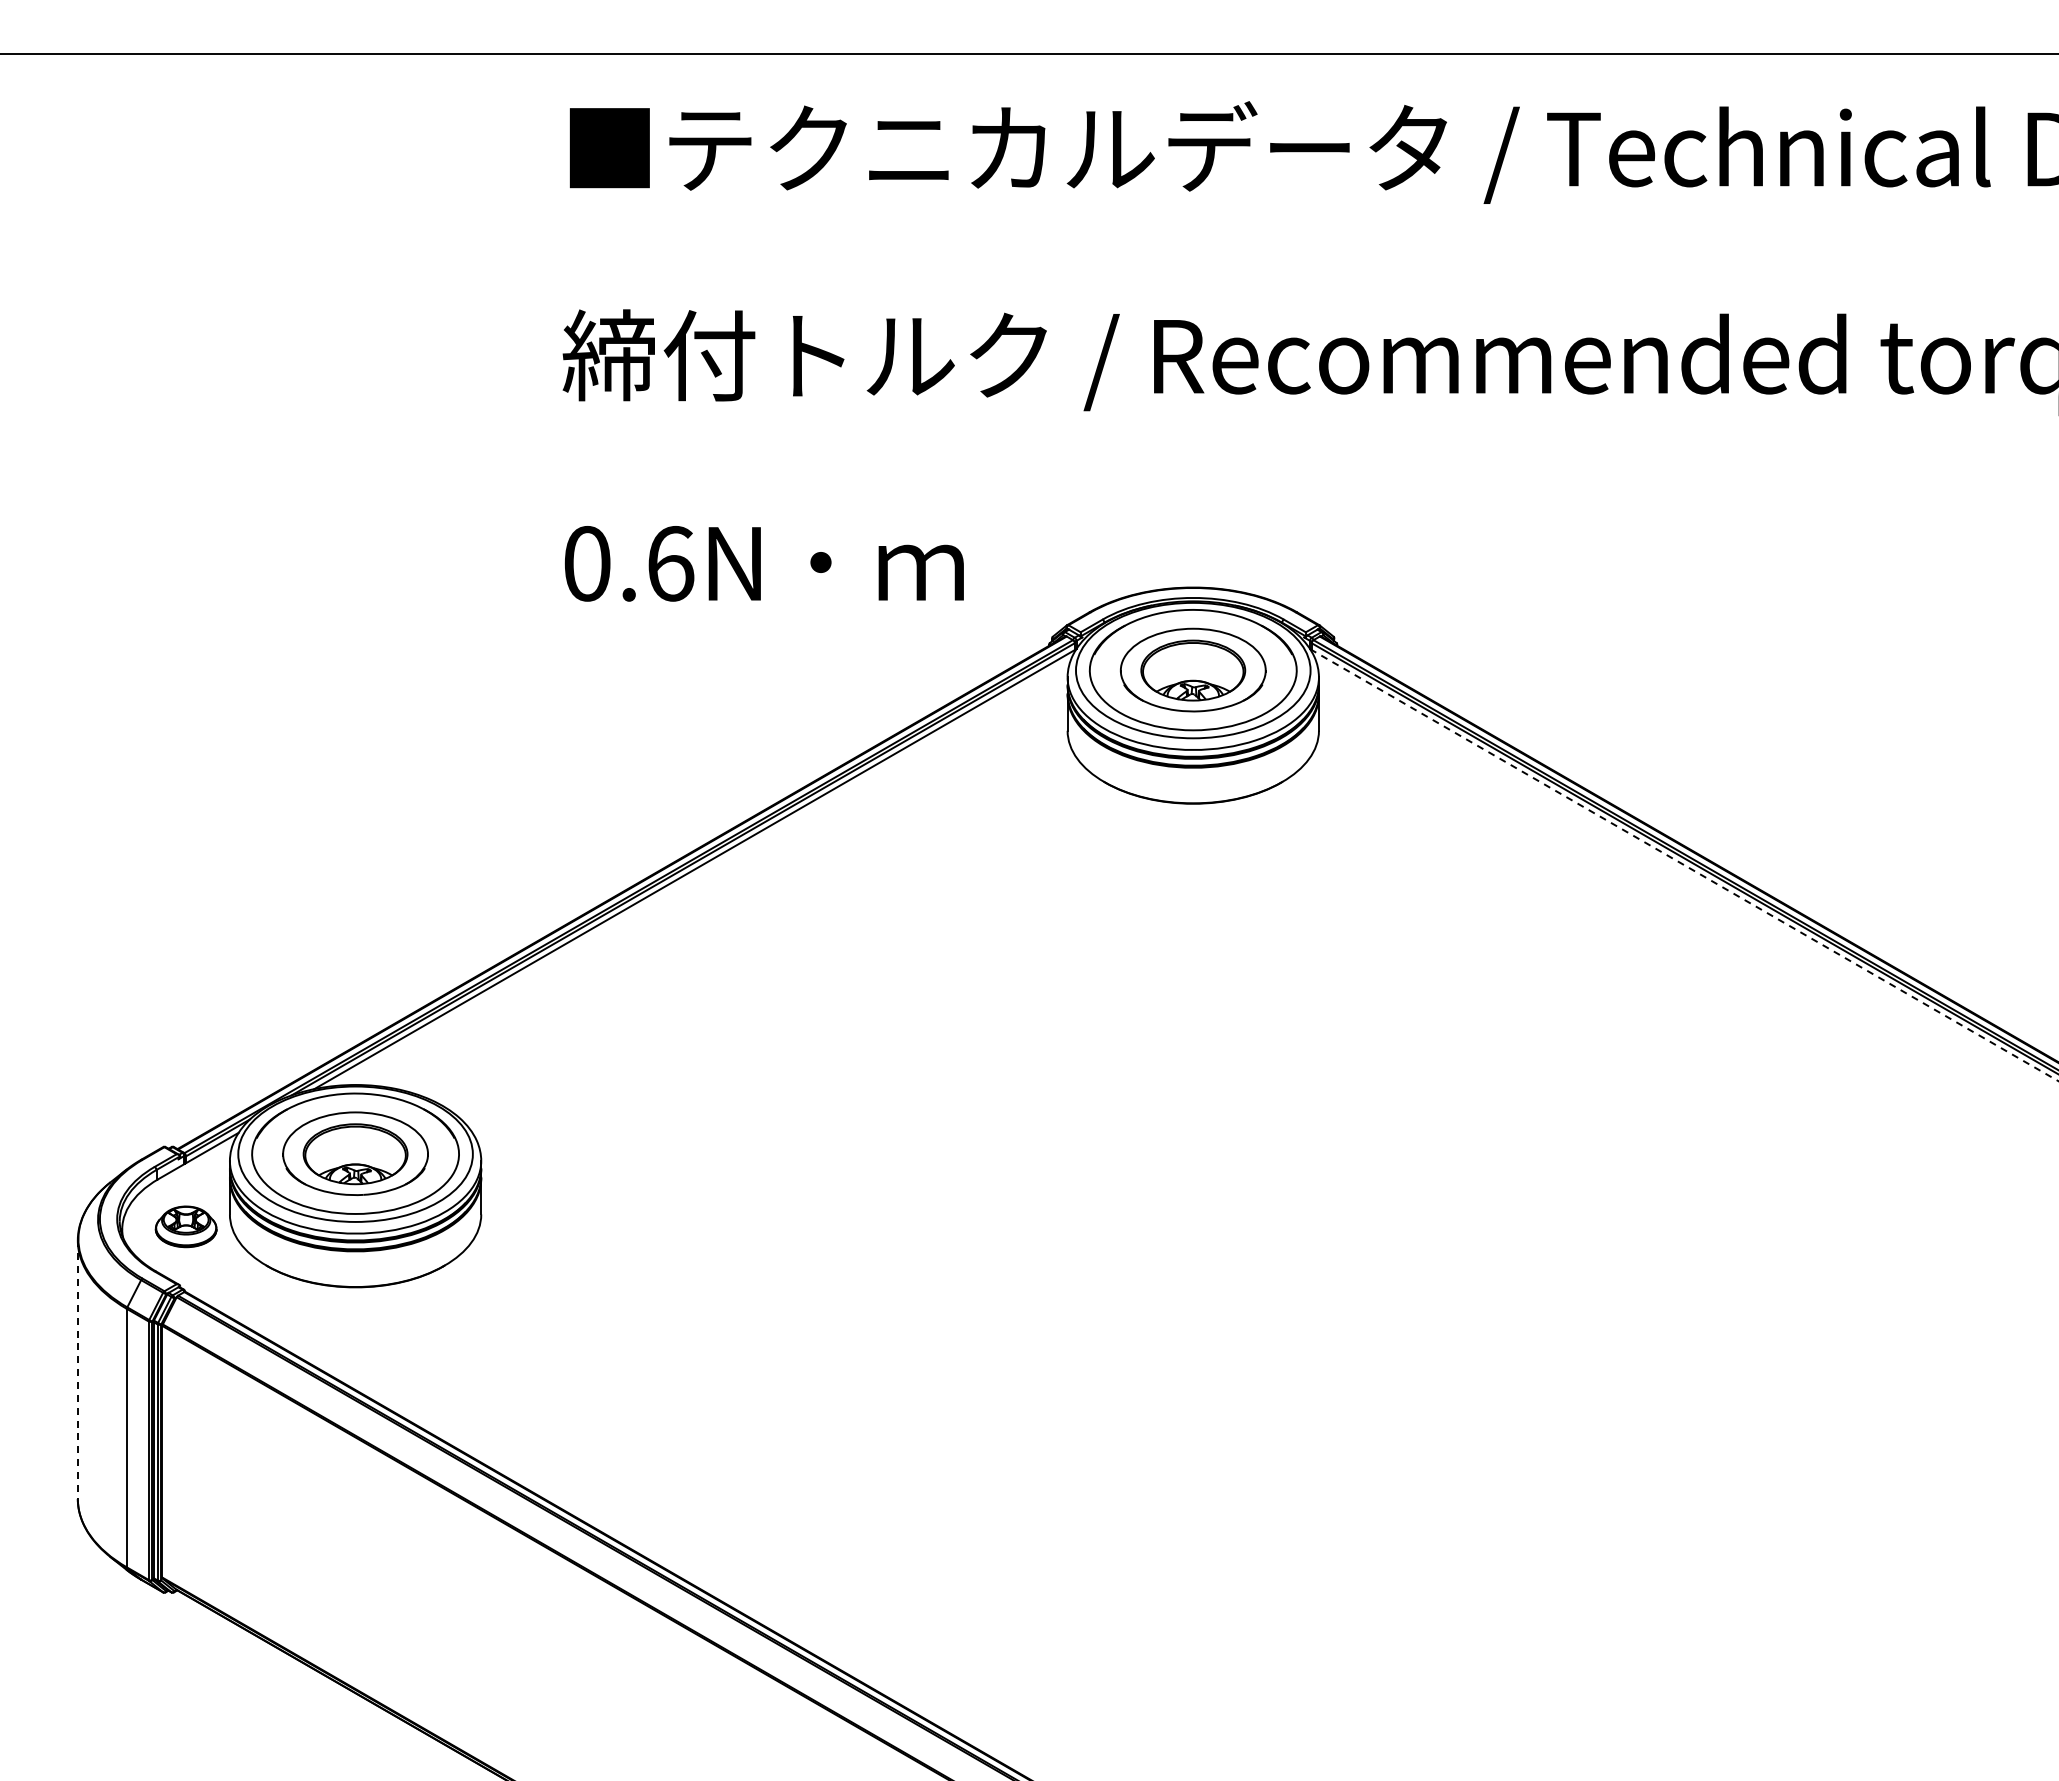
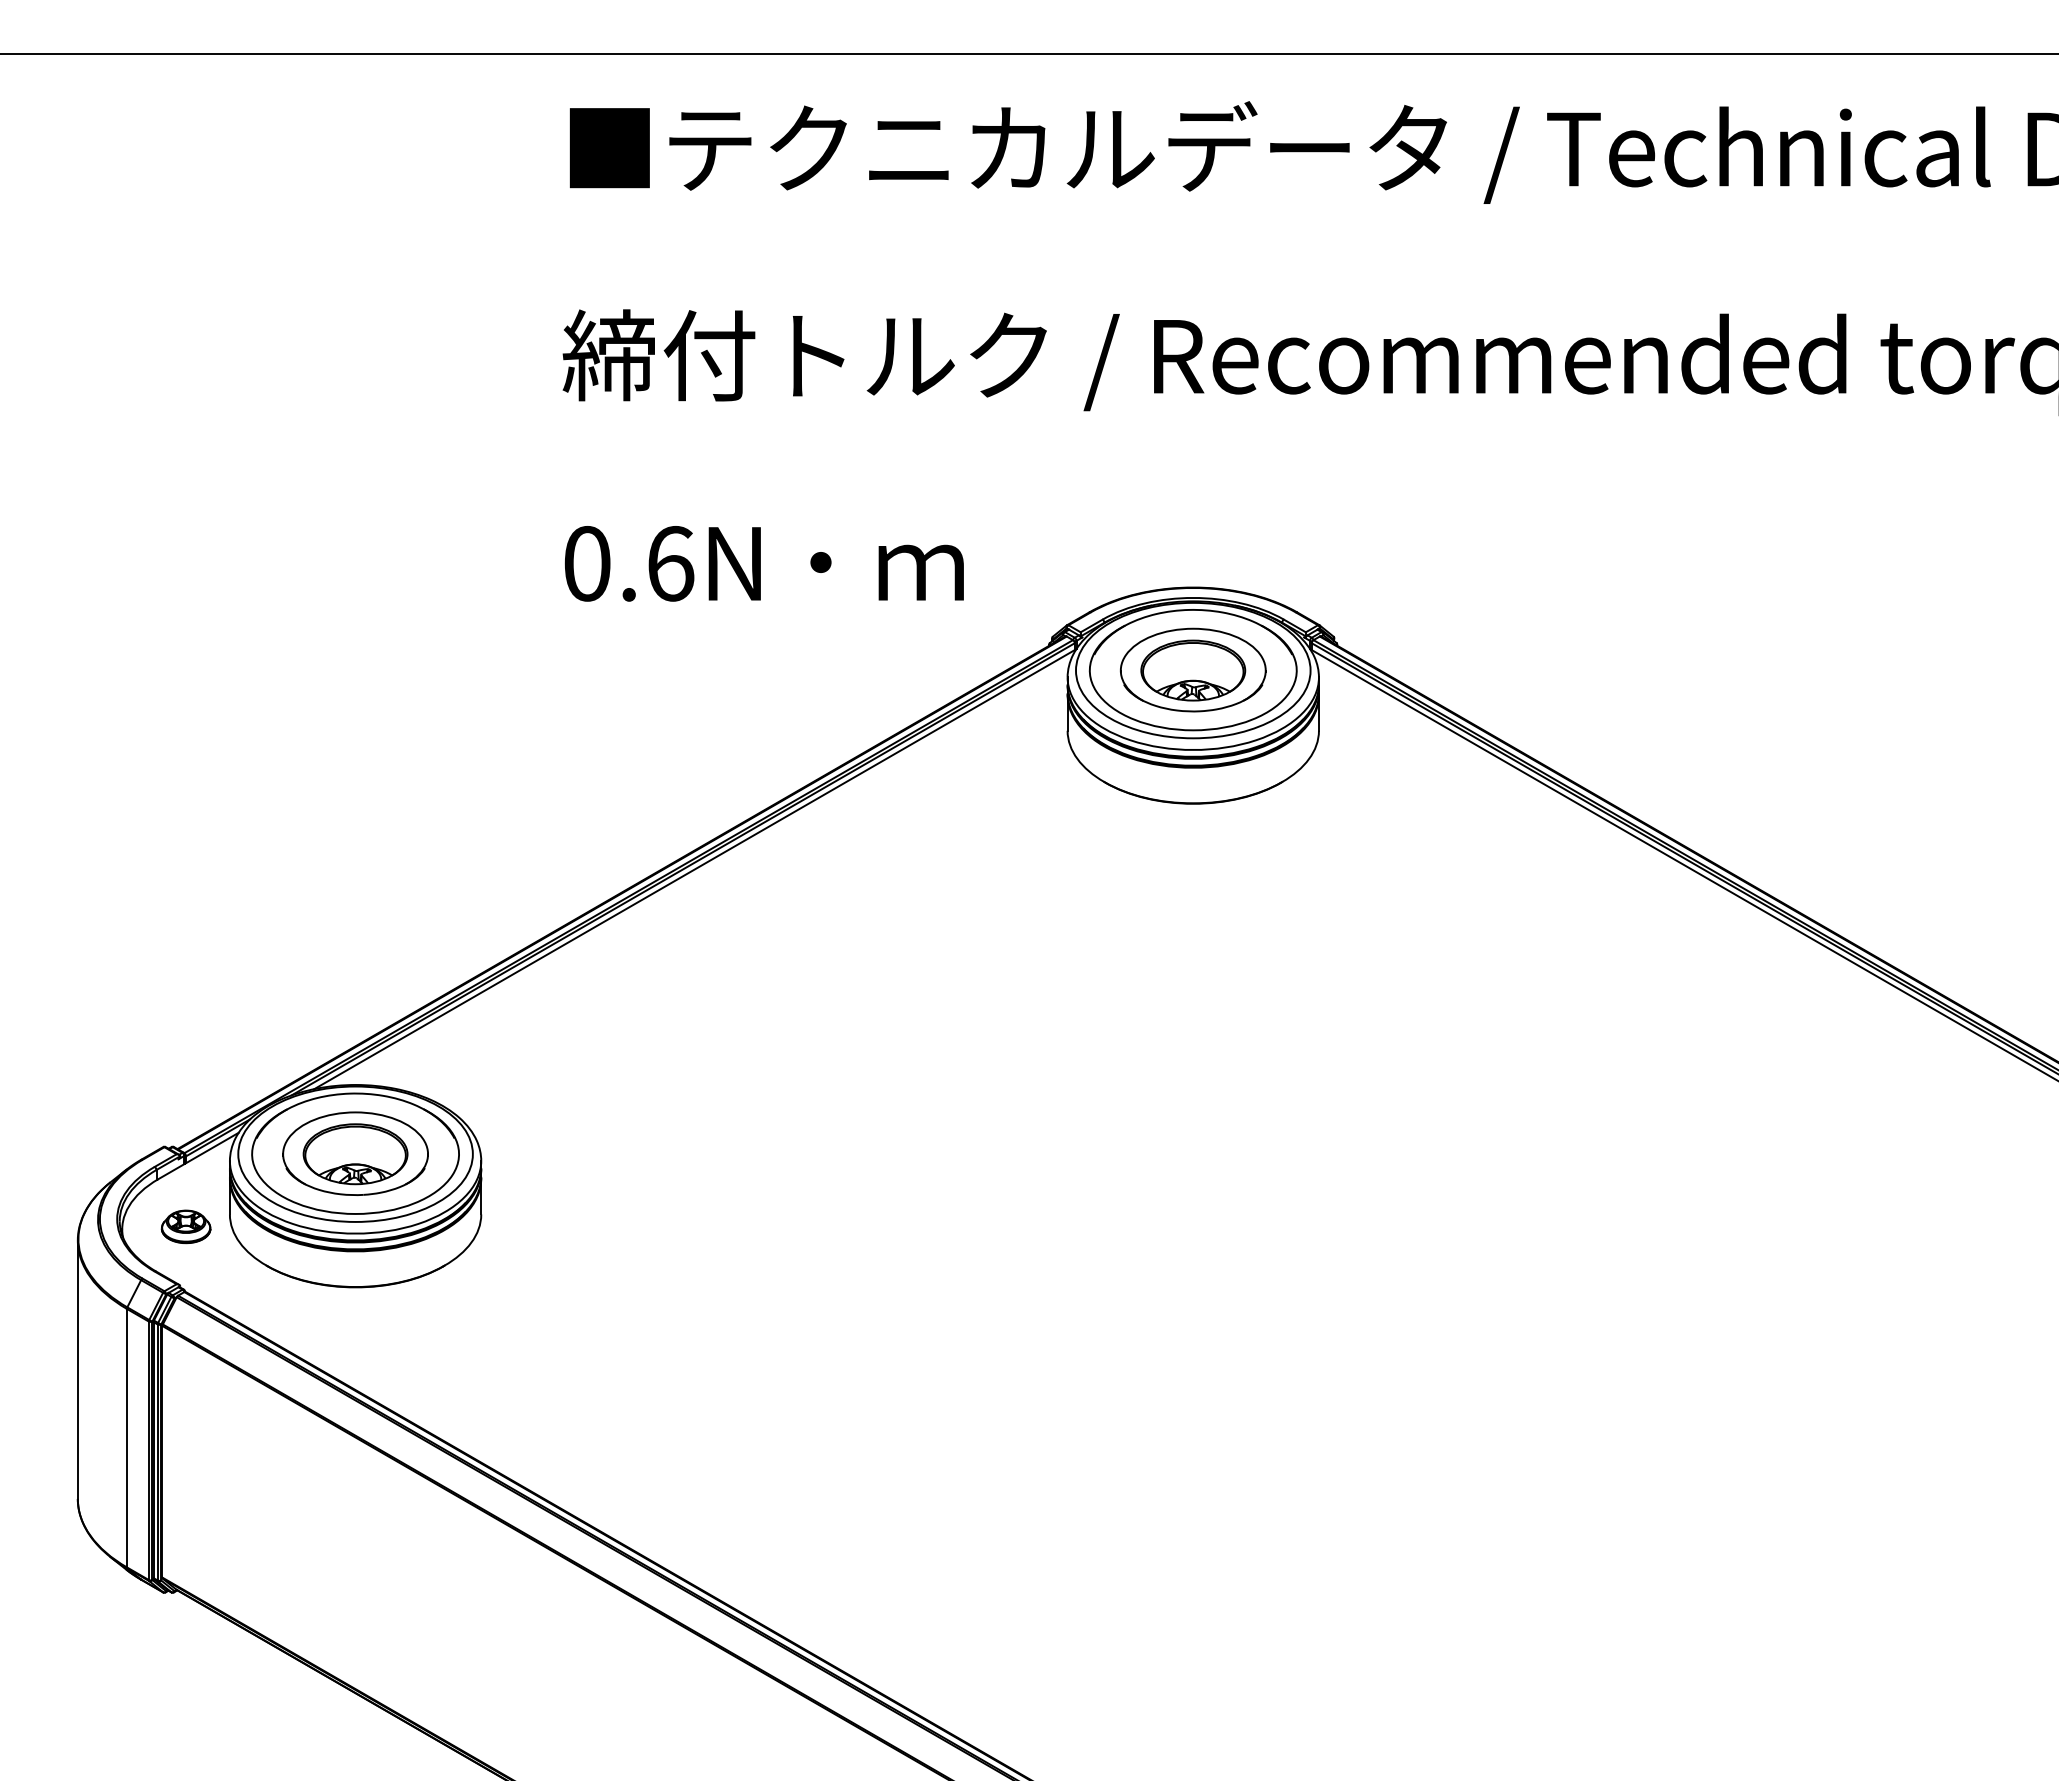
line at (1684, 865): dashed -> solid
part at (185, 1226) size: 64x44 px -> 52x36 px
line at (77, 1370): dashed -> solid
